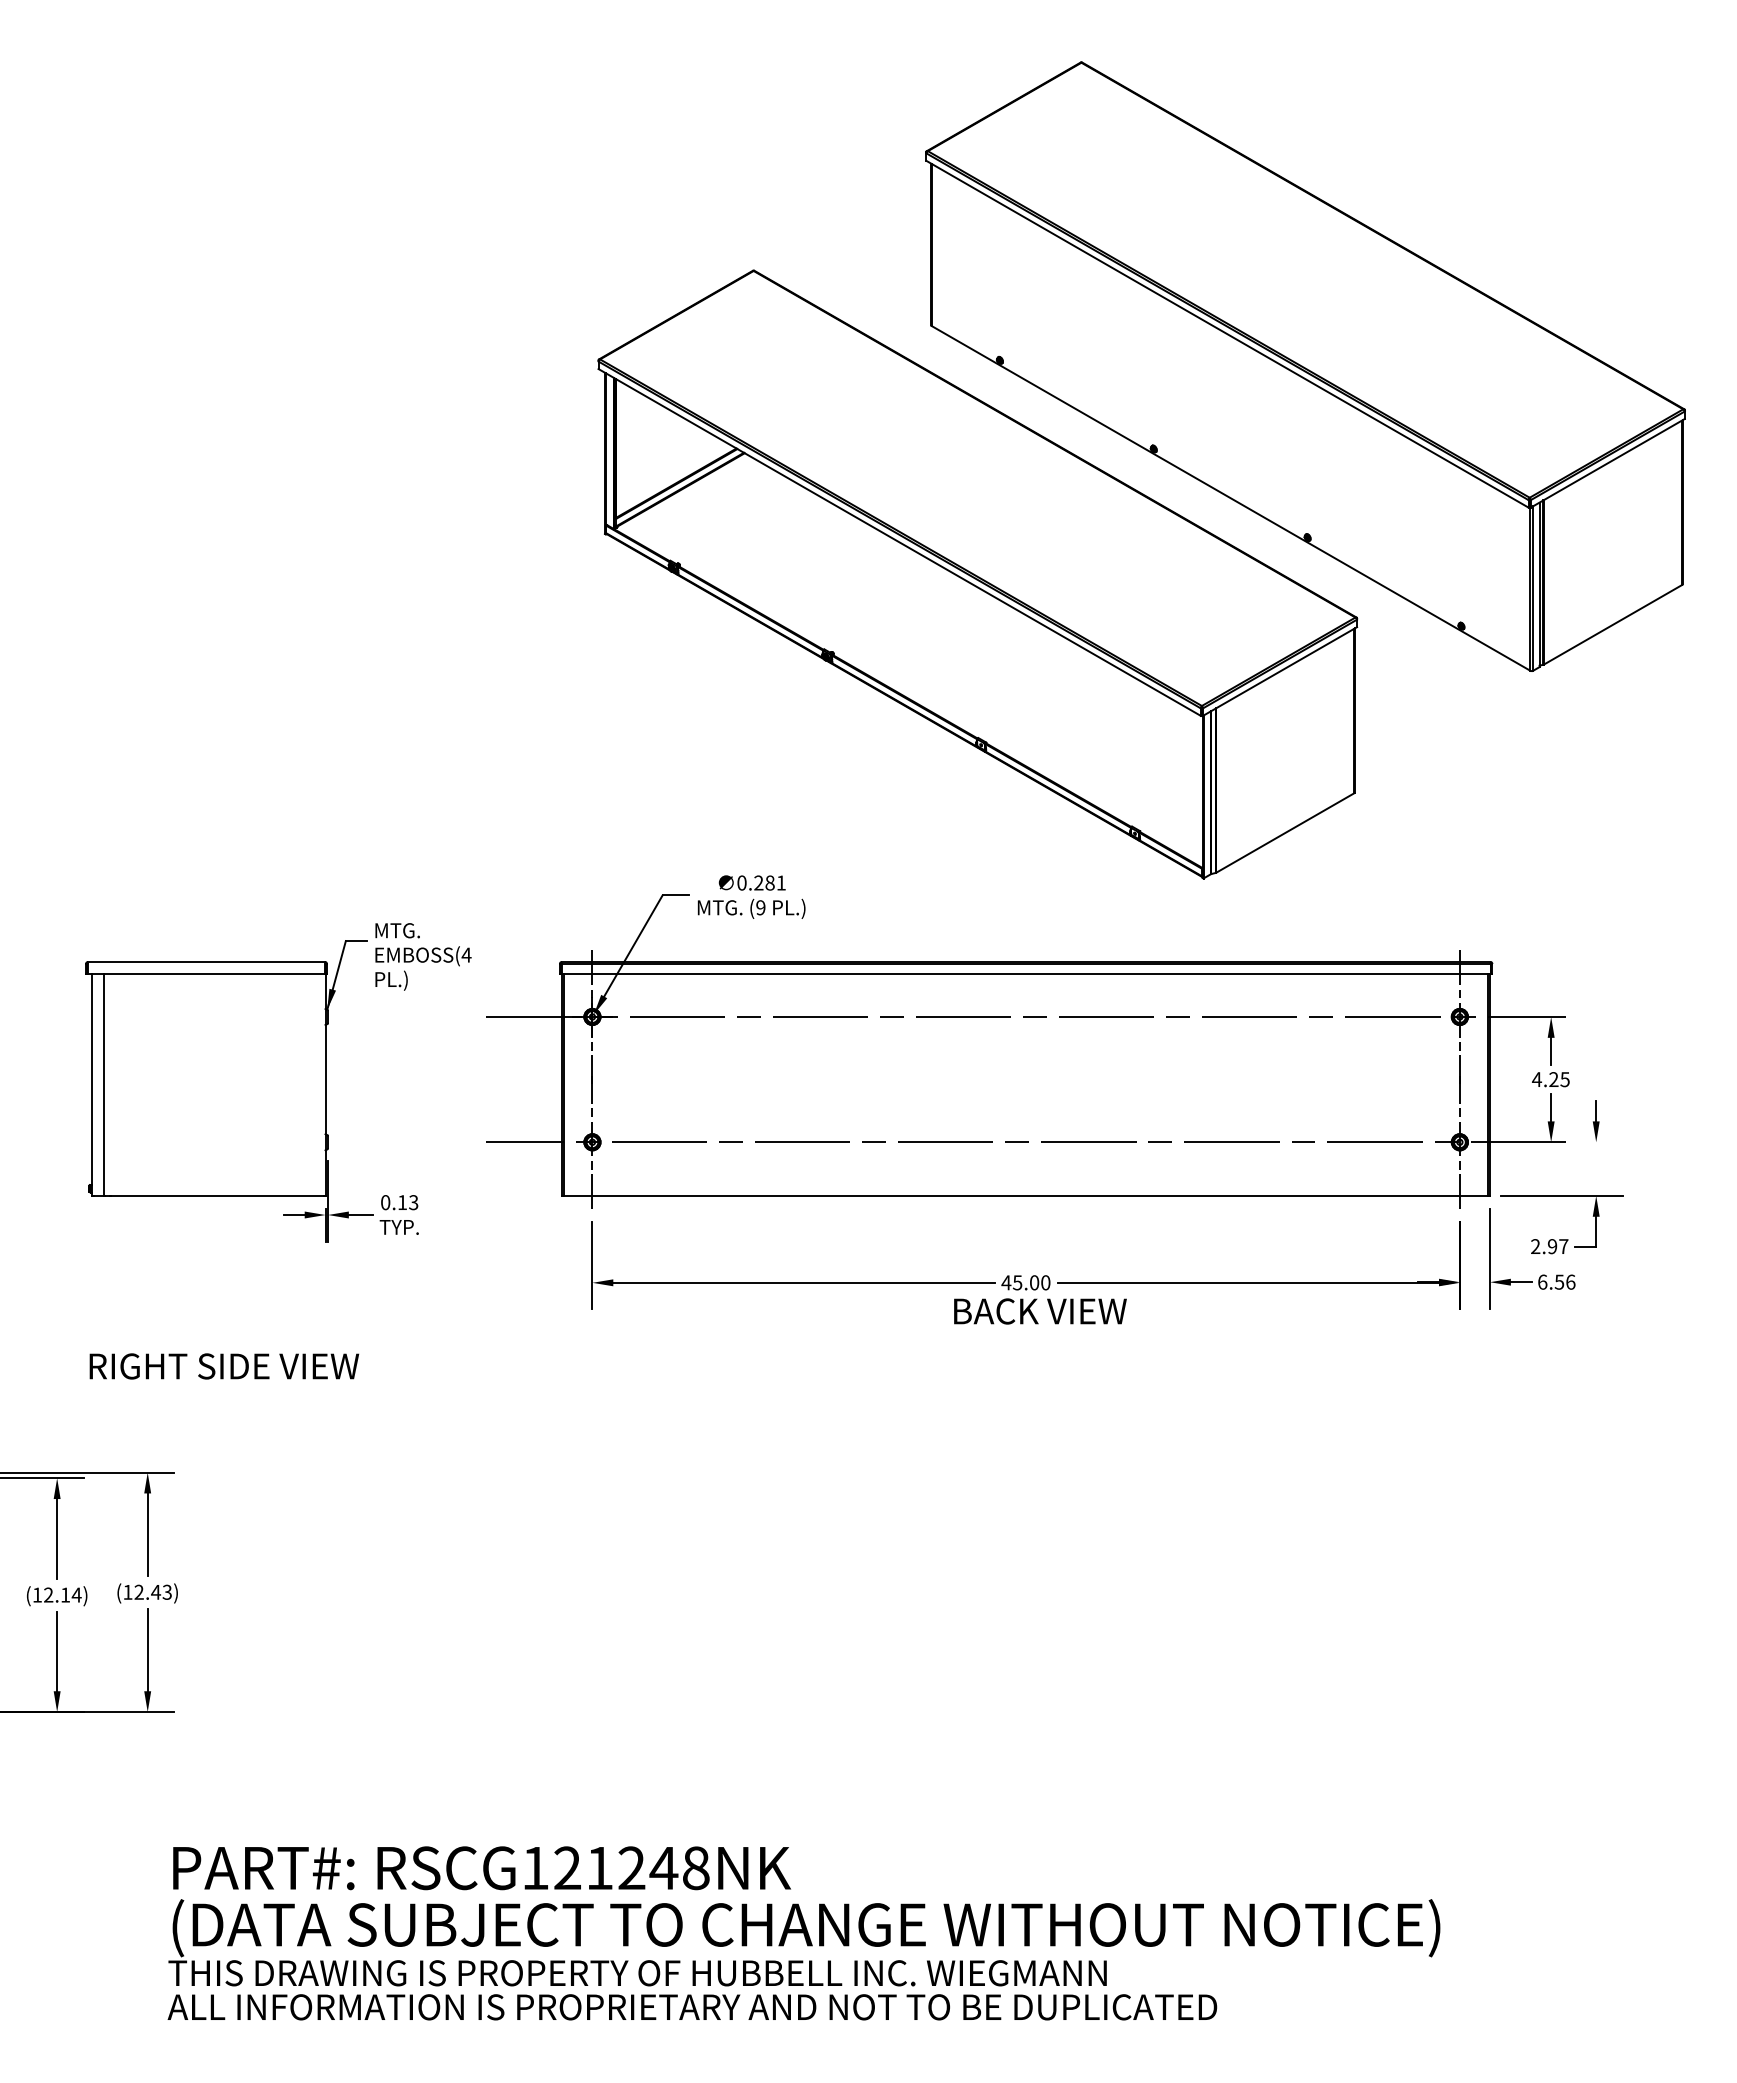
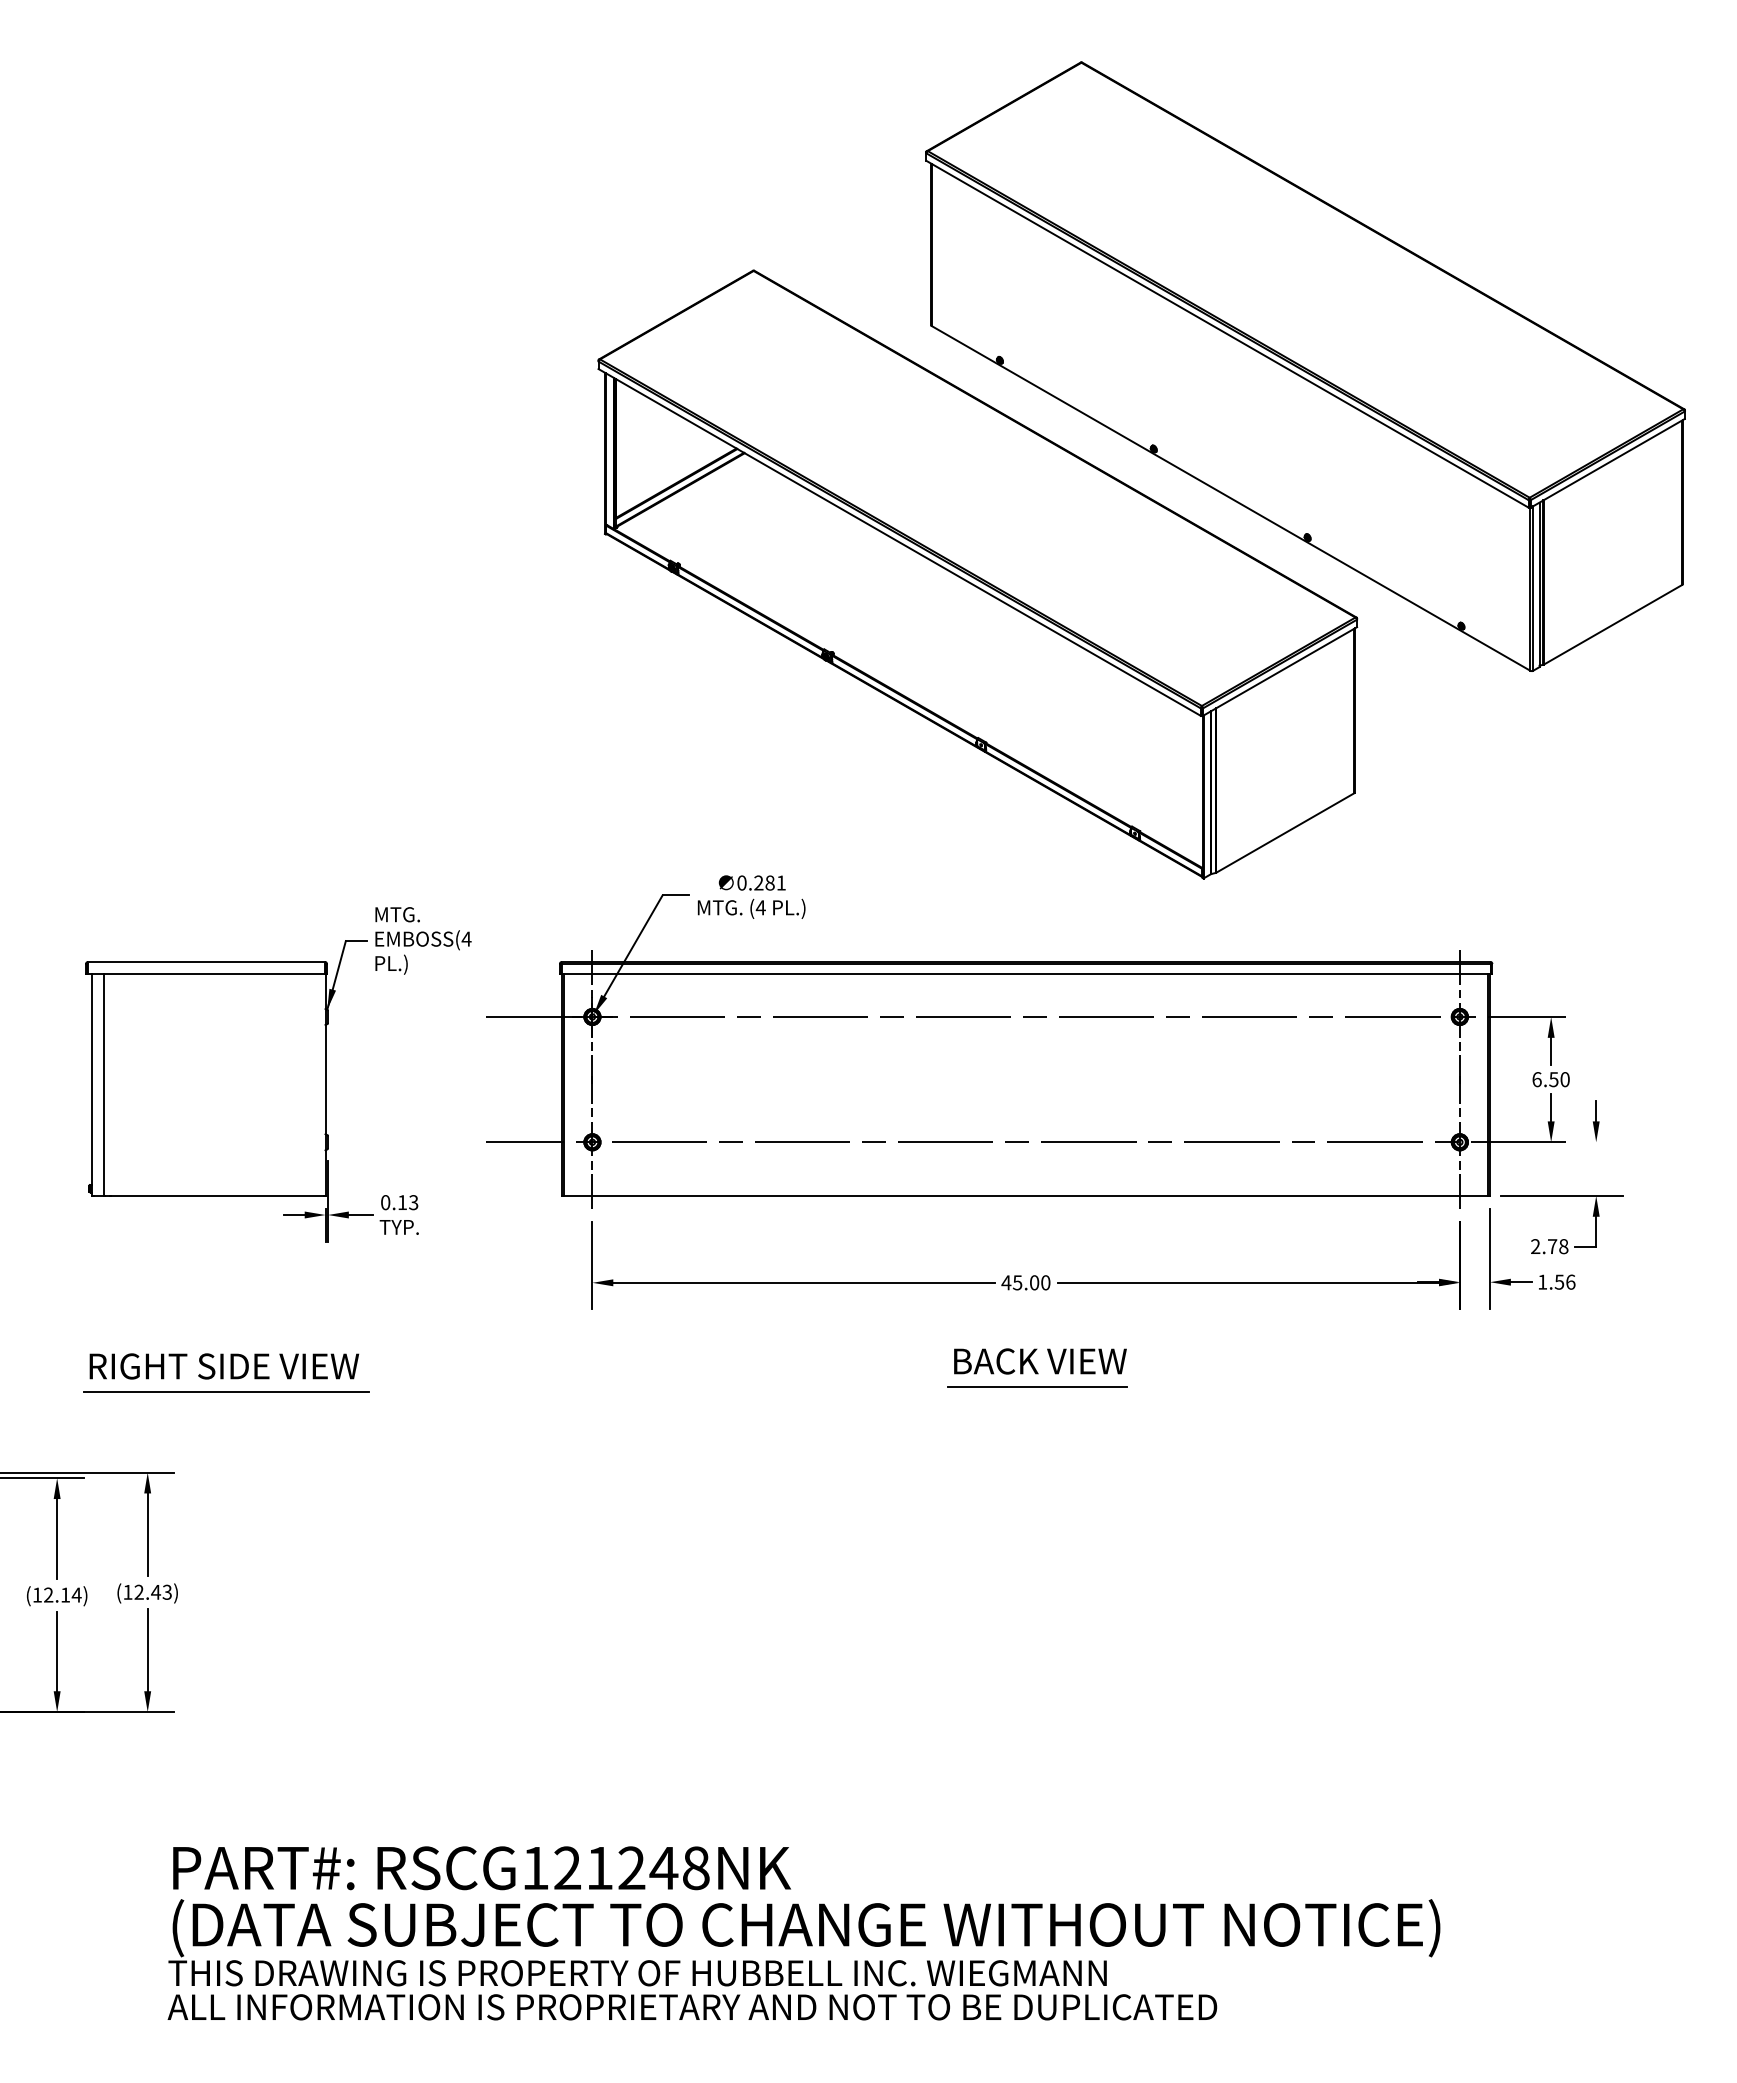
text at (760, 907): (9 -> (4
text at (423, 956) position: (423, 956) -> (423, 940)
text at (1550, 1079): 4.25 -> 6.50
text at (1558, 1246): 2.97 -> 2.78
text at (1542, 1281): 6.56 -> 1.56
text at (1040, 1311) position: (1040, 1311) -> (1040, 1361)
line at (1037, 1387): none -> present
line at (225, 1392): none -> present
